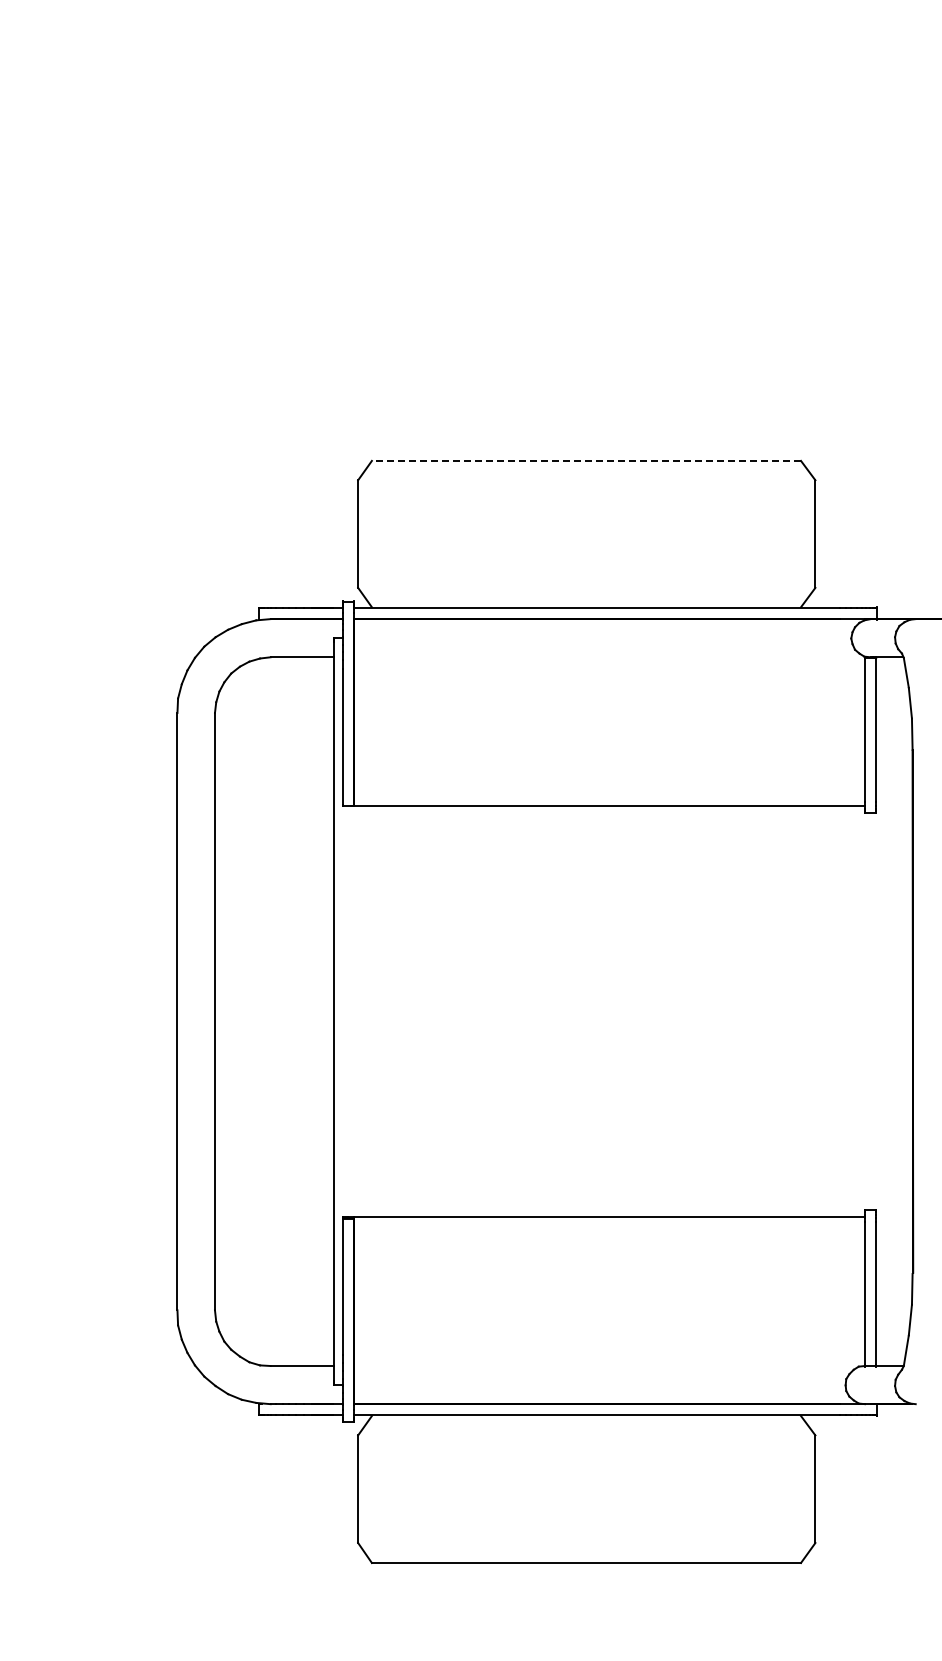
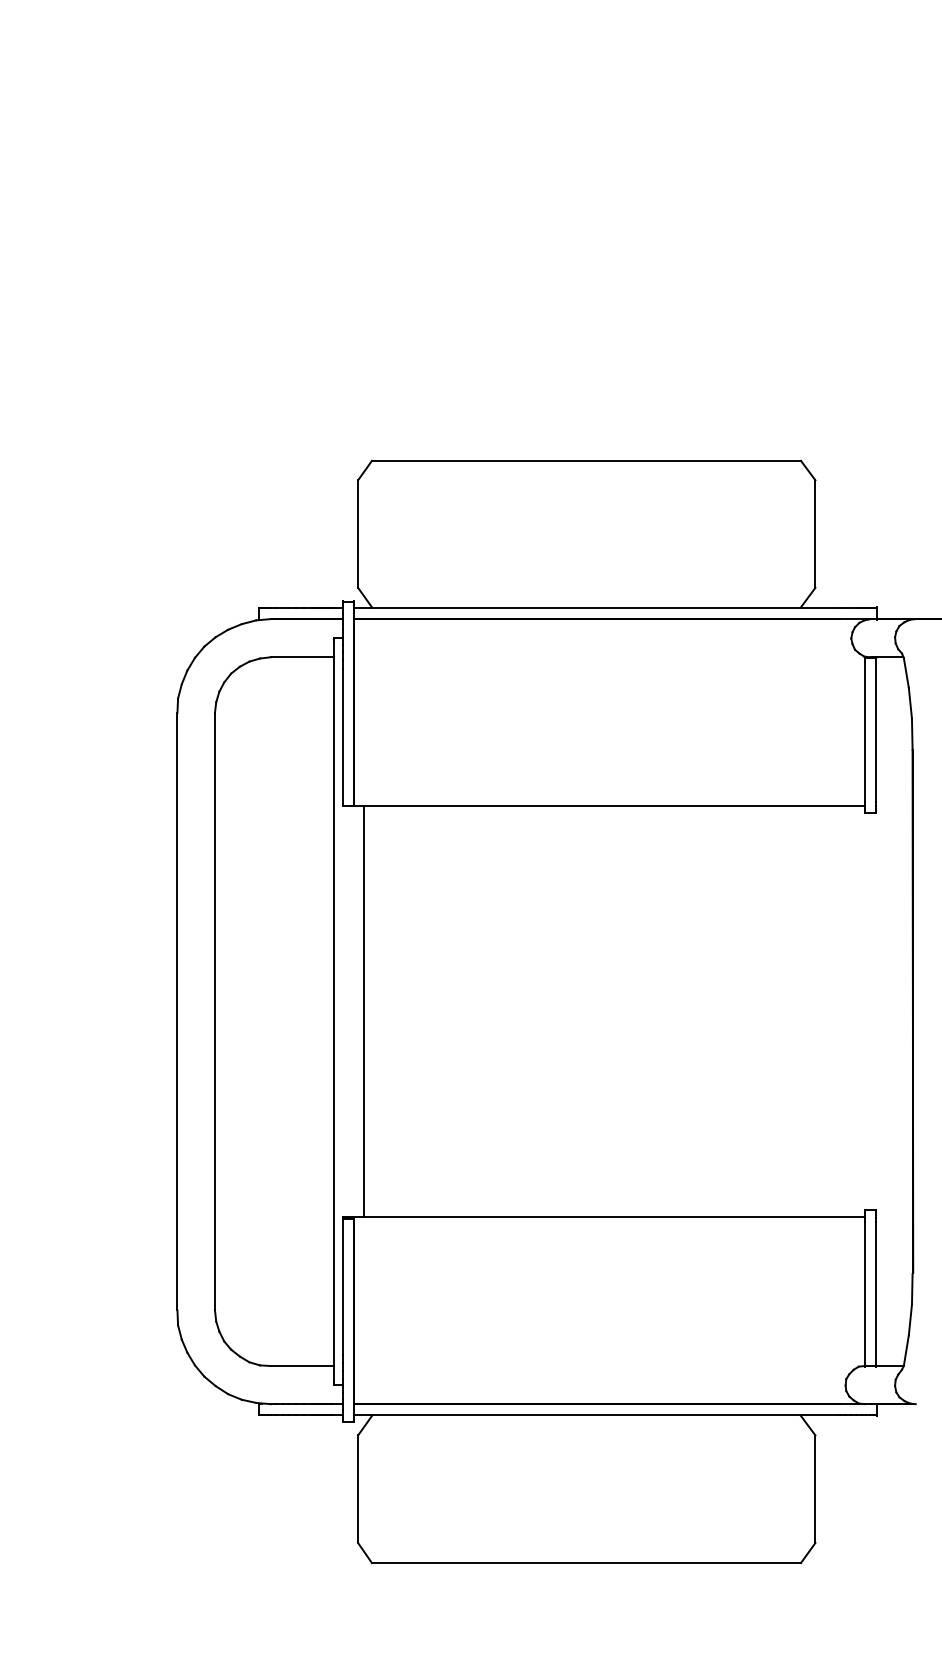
line at (586, 460): dashed -> solid
line at (363, 1011): none -> present
